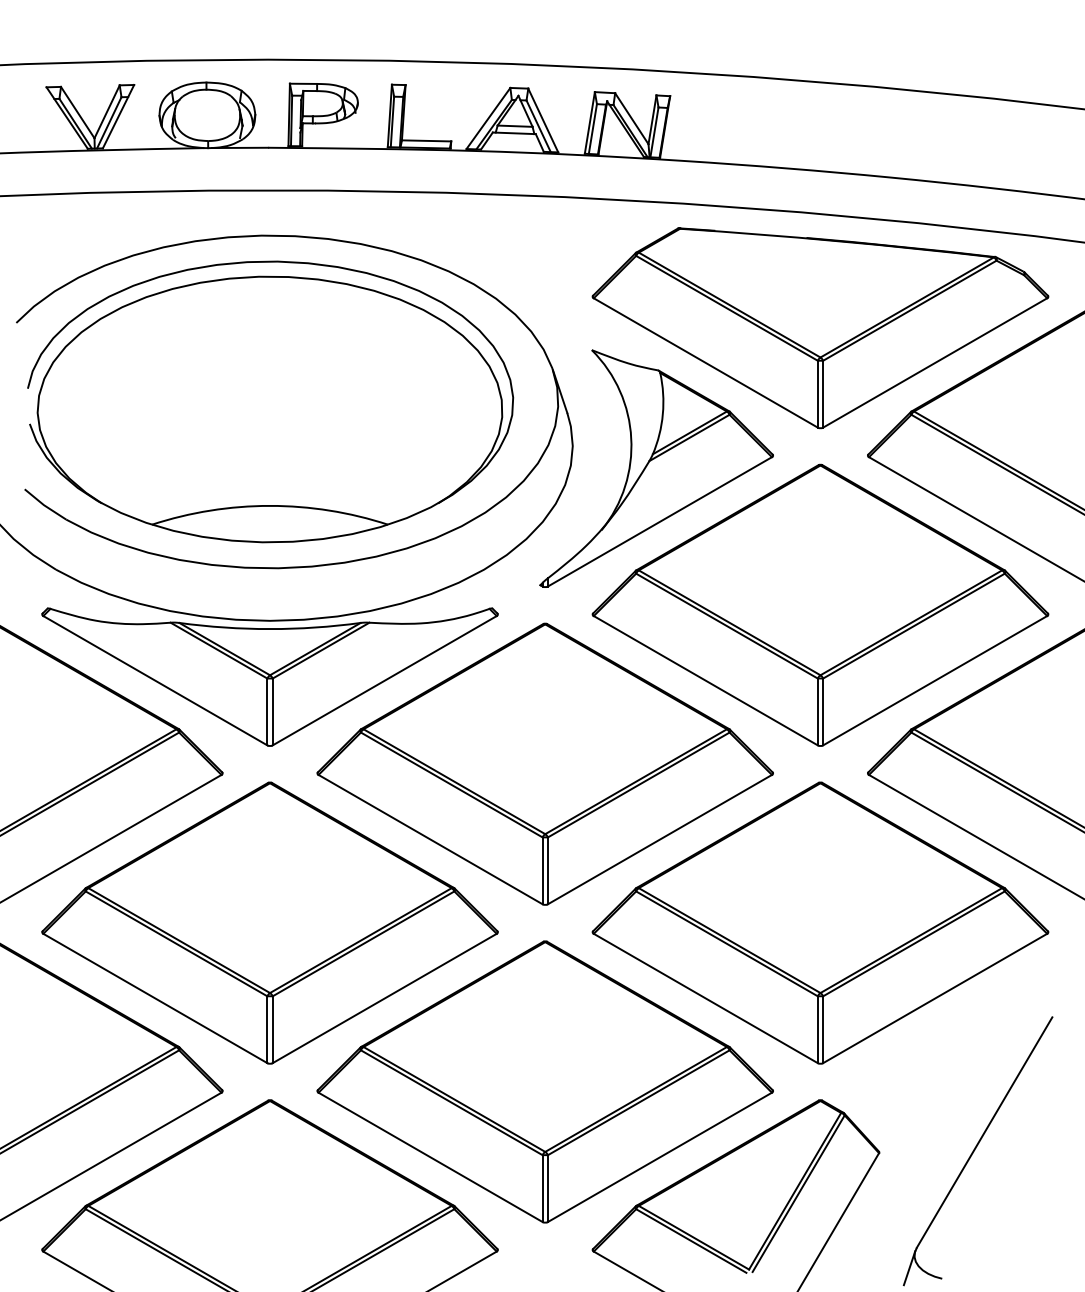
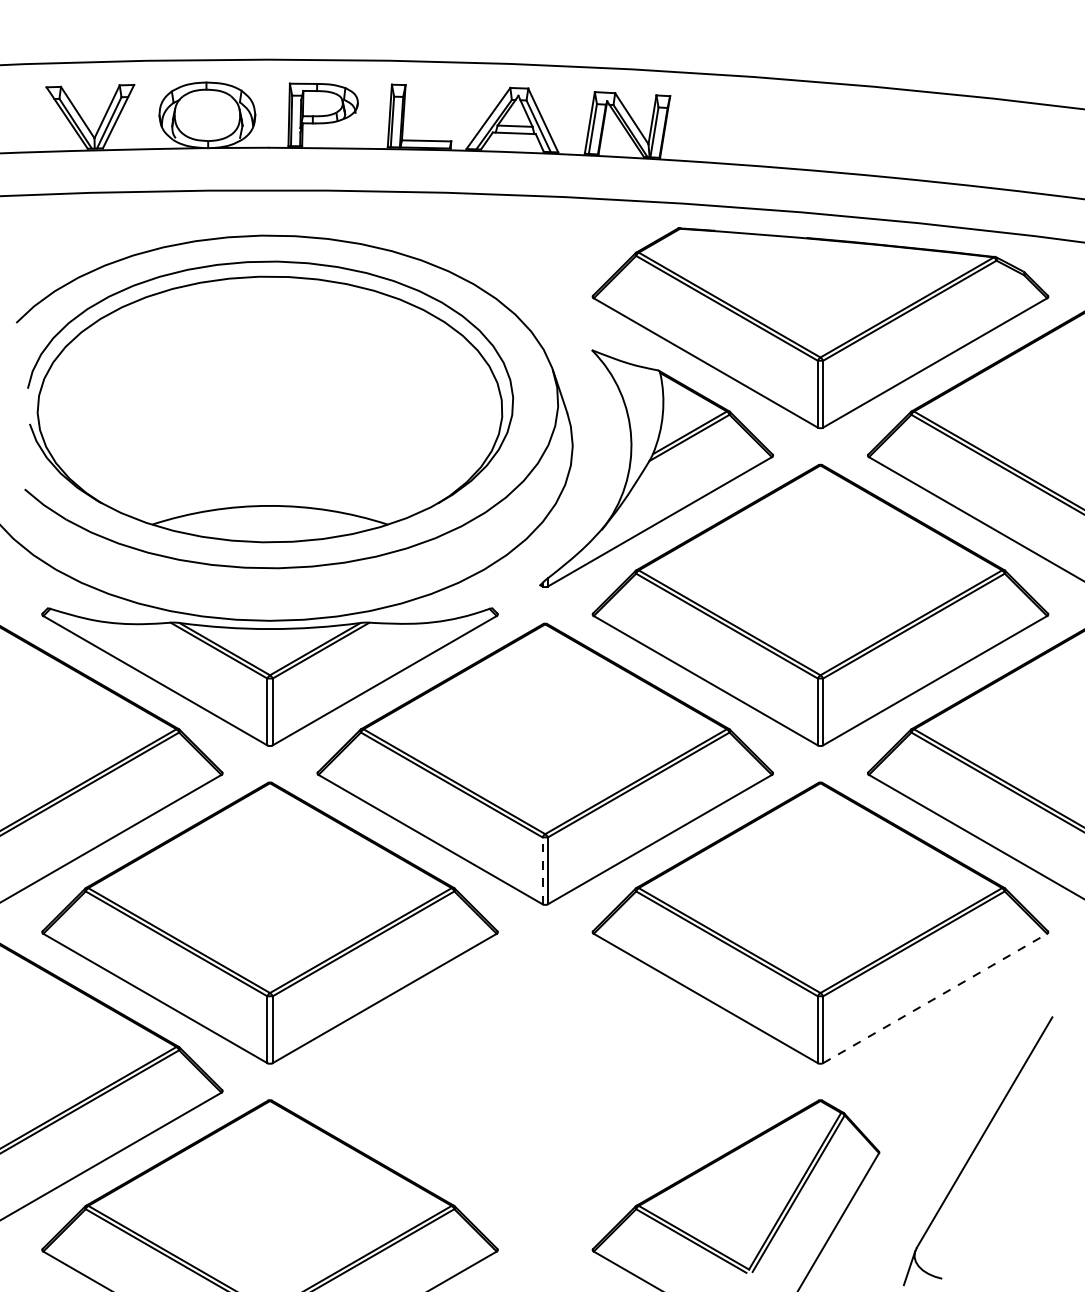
line at (542, 870): solid -> dashed
line at (935, 998): solid -> dashed
part at (544, 1081): present -> none
